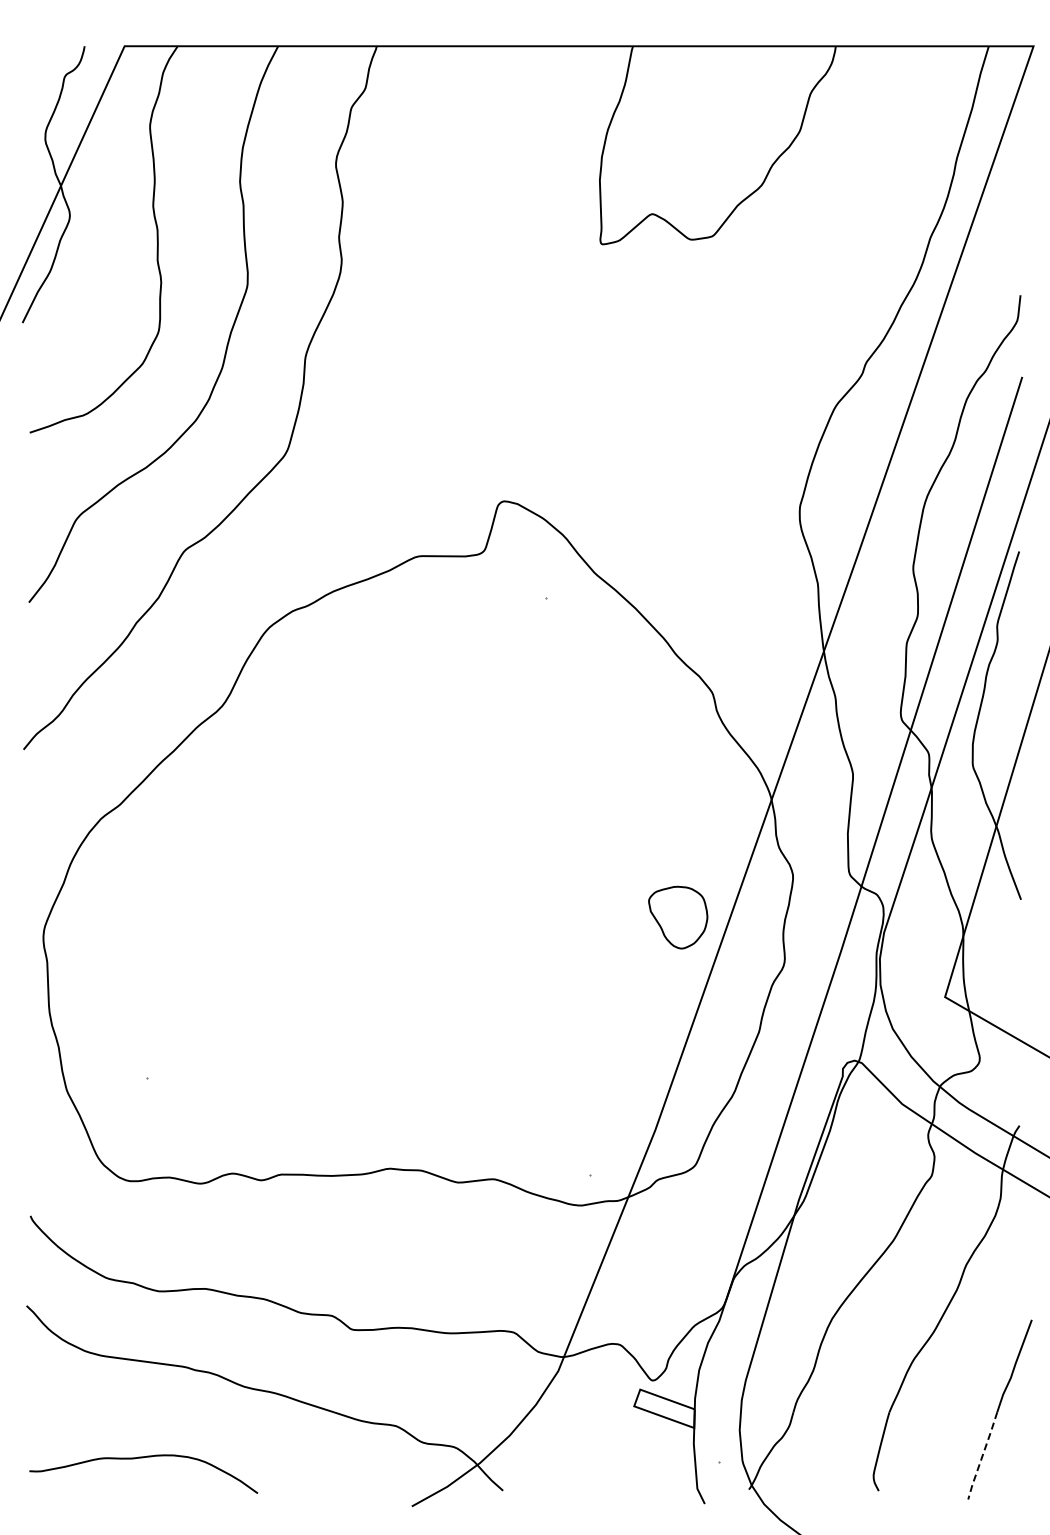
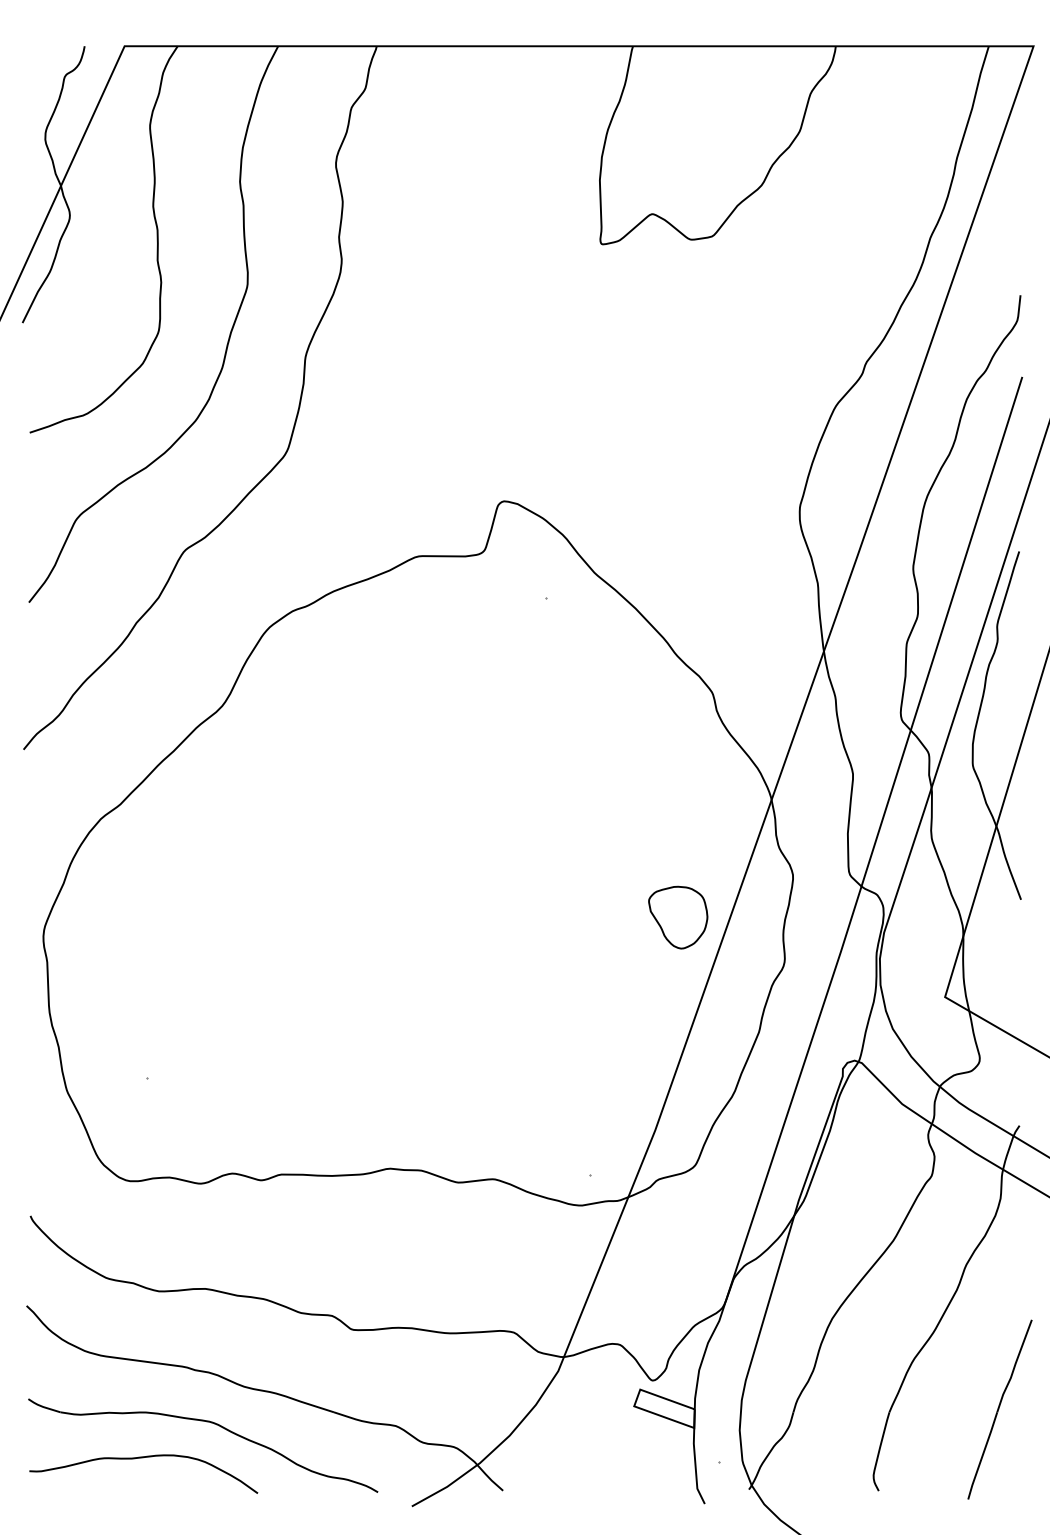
part at (206, 1422): none -> present
line at (982, 1456): dashed -> solid
